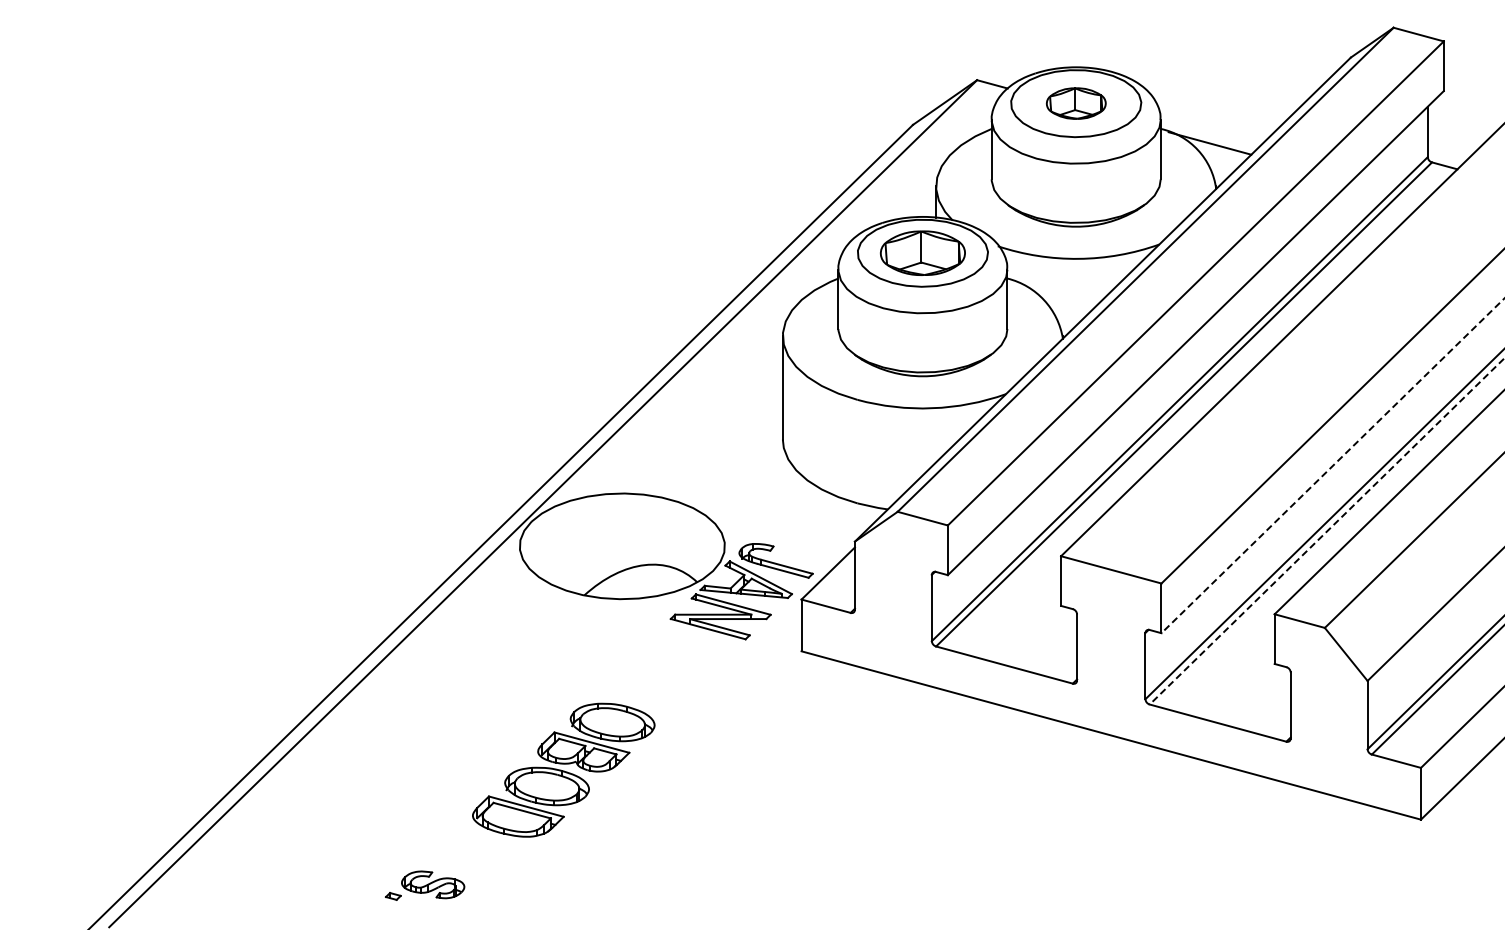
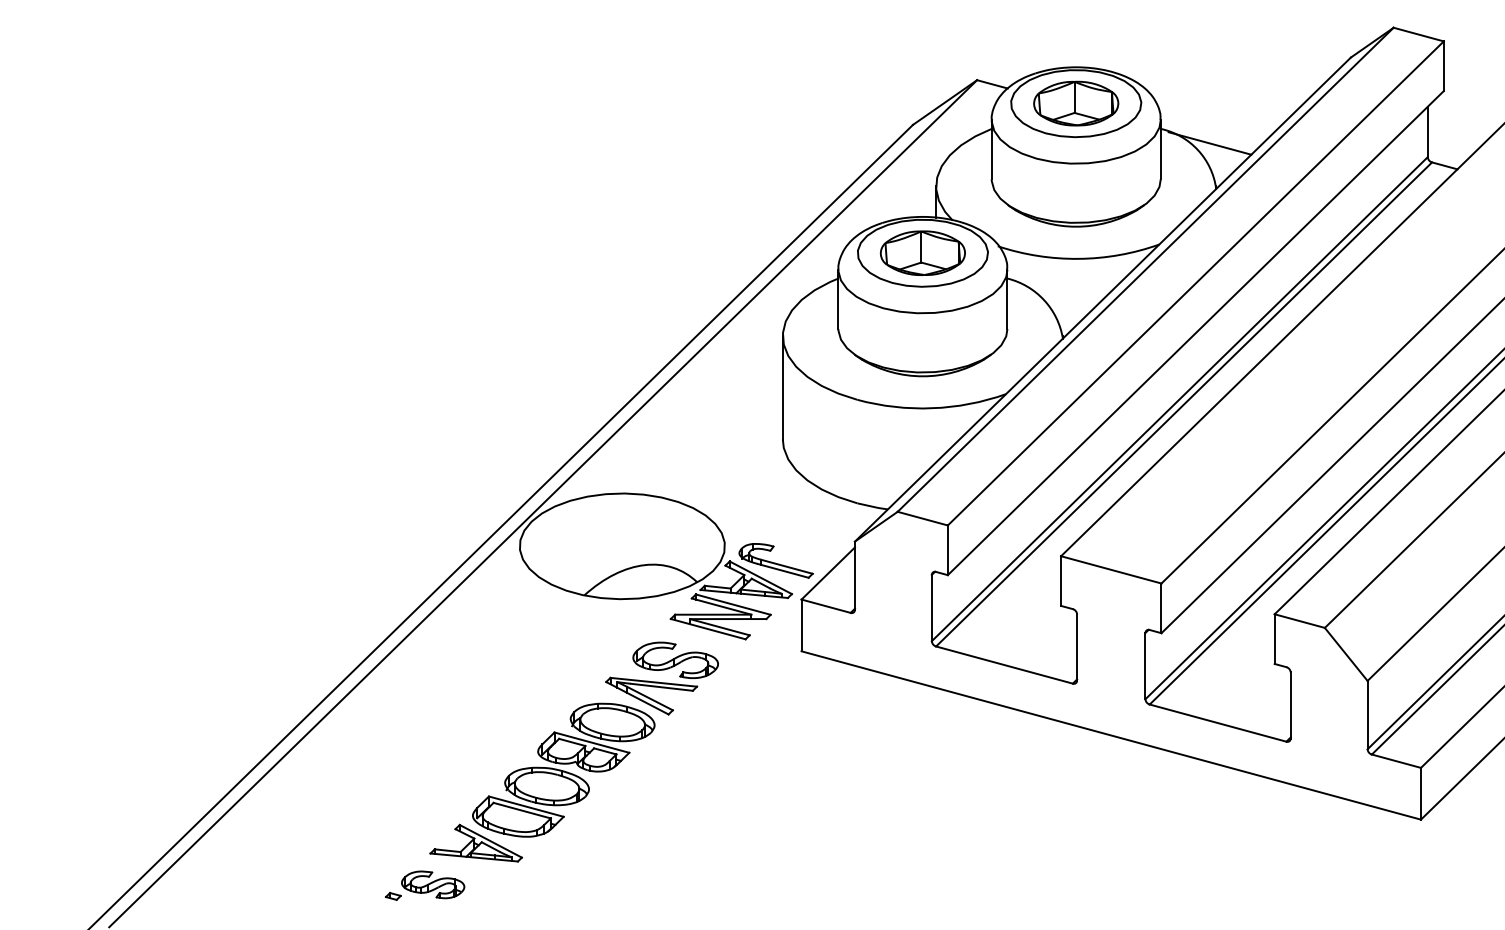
part at (1075, 103) size: 62x33 px -> 87x47 px
line at (1332, 465): dashed -> solid
line at (1326, 531): dashed -> solid
part at (661, 678): none -> present
part at (476, 842): none -> present
